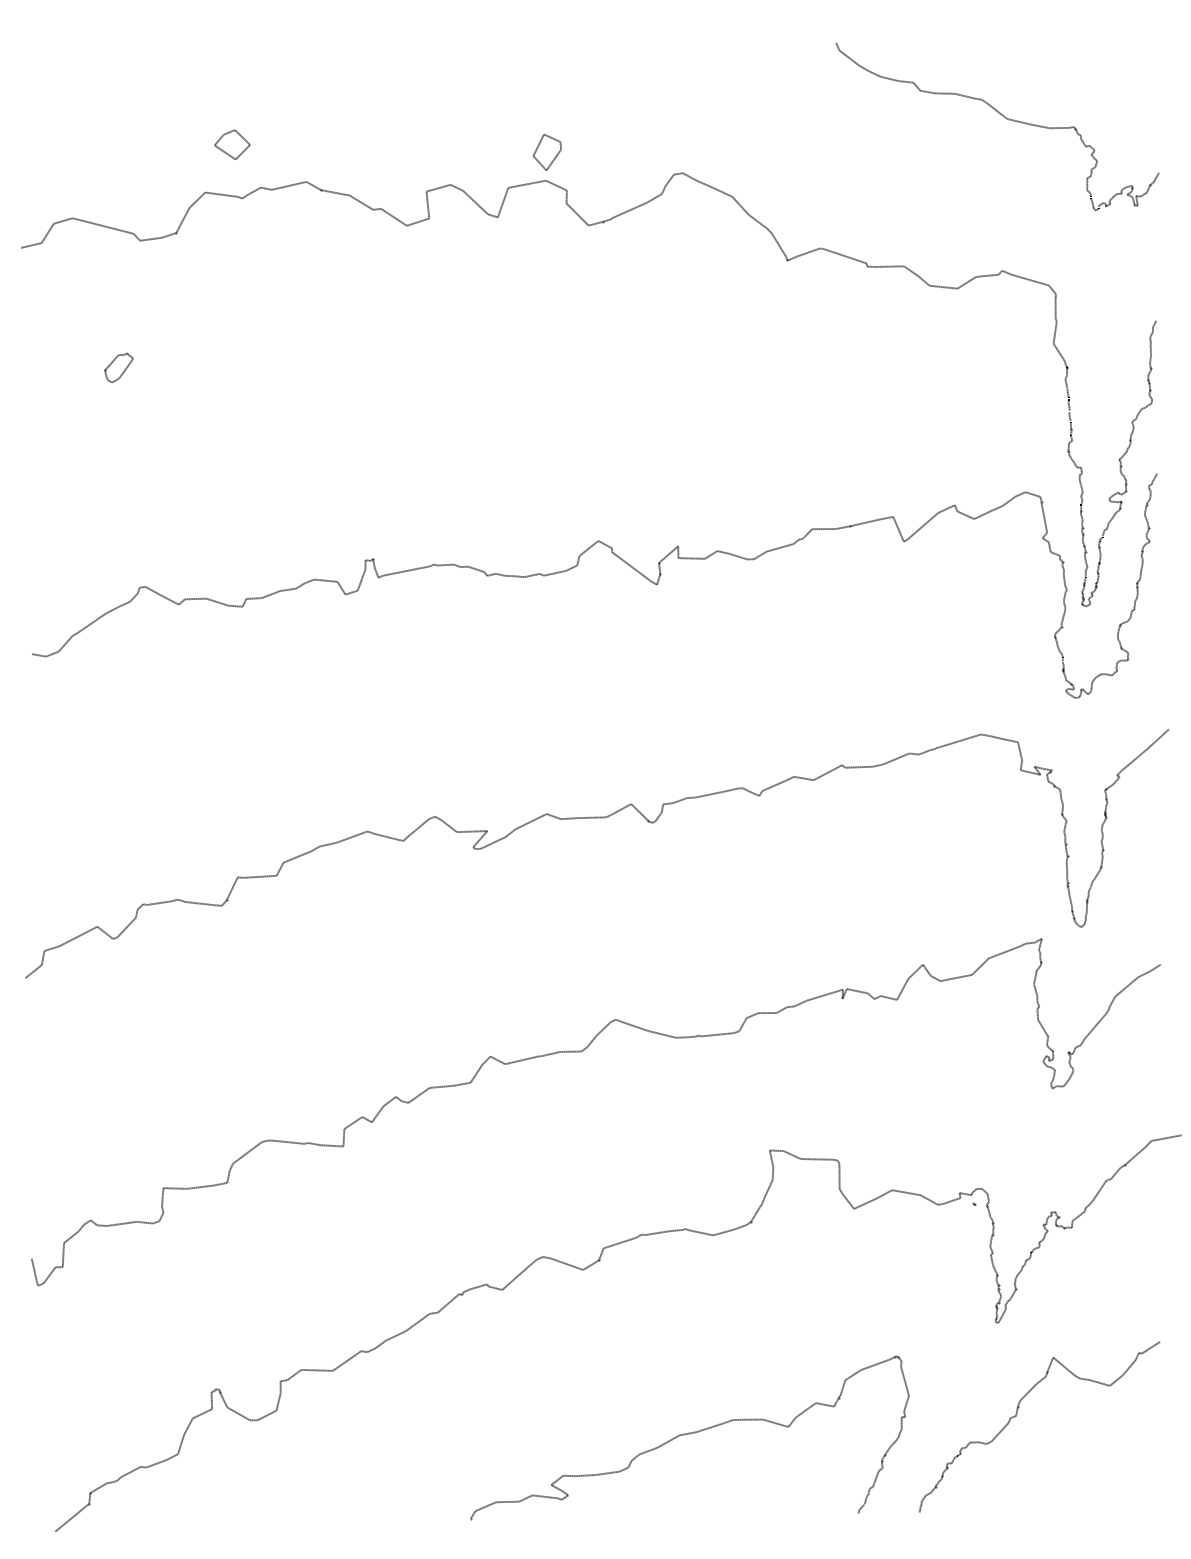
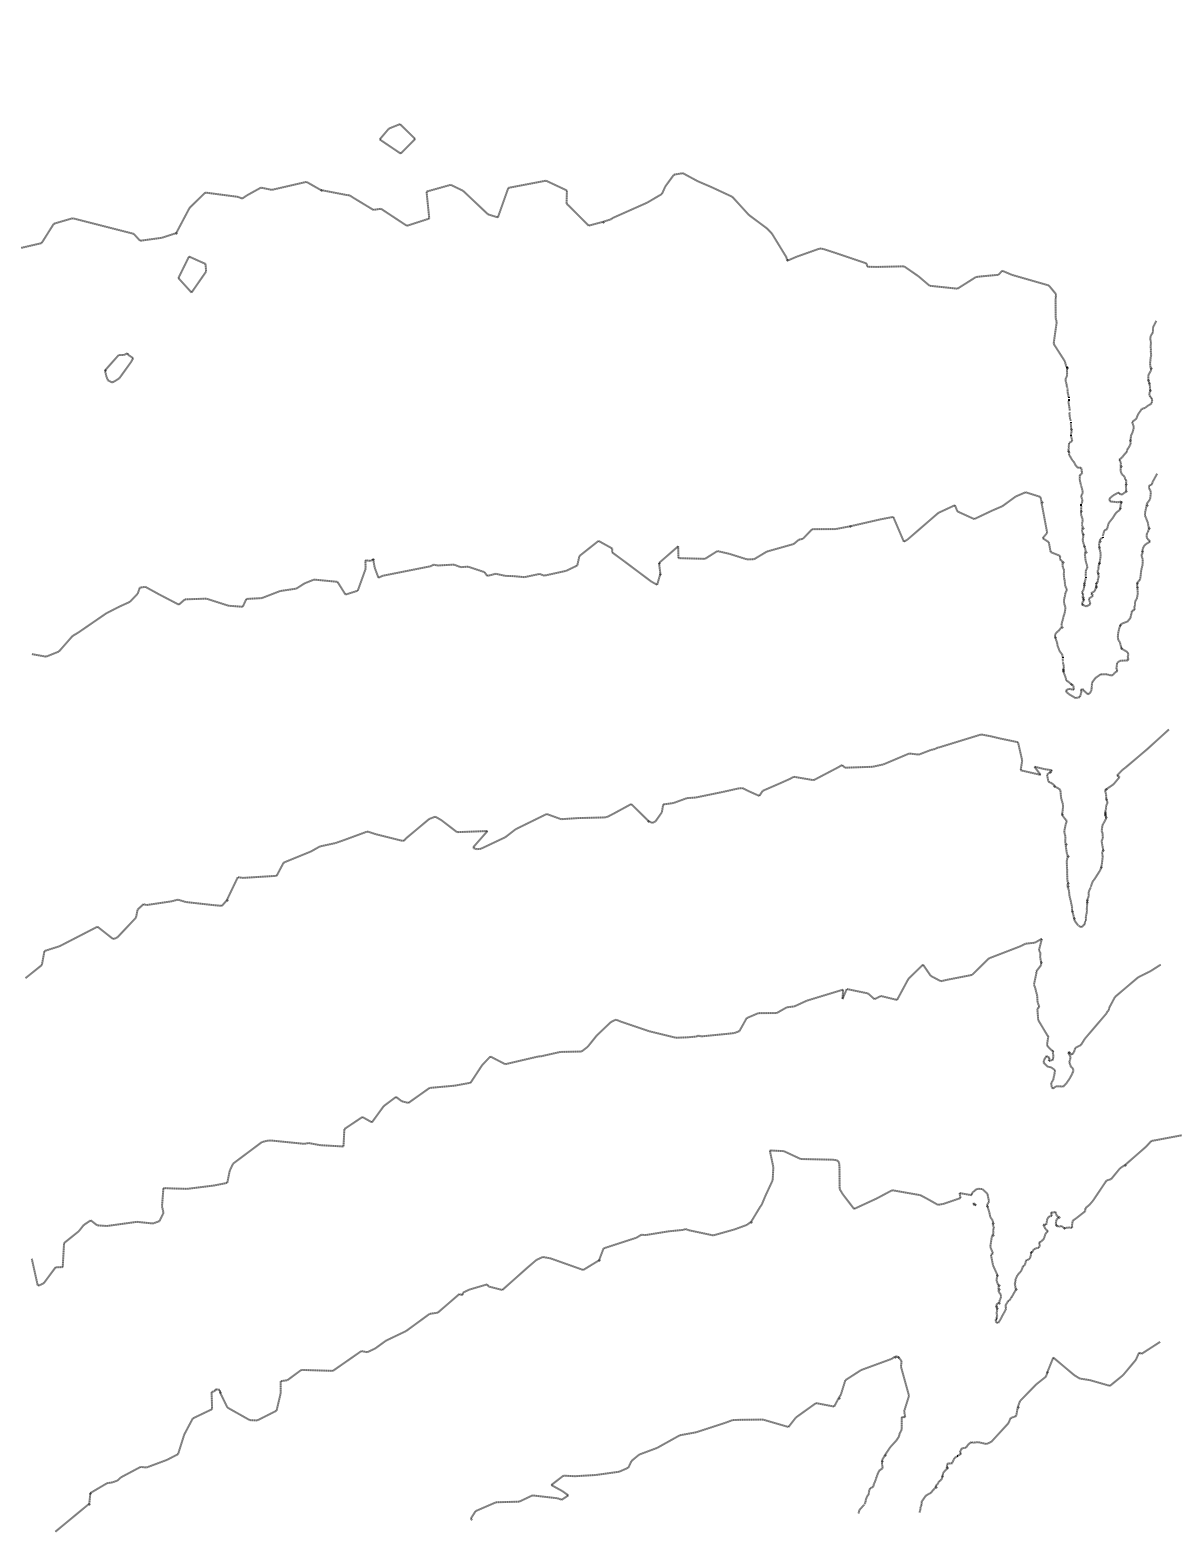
curve at (1003, 117): present -> none
part at (232, 144) position: (232, 144) -> (397, 138)
part at (546, 152) position: (546, 152) -> (191, 274)
